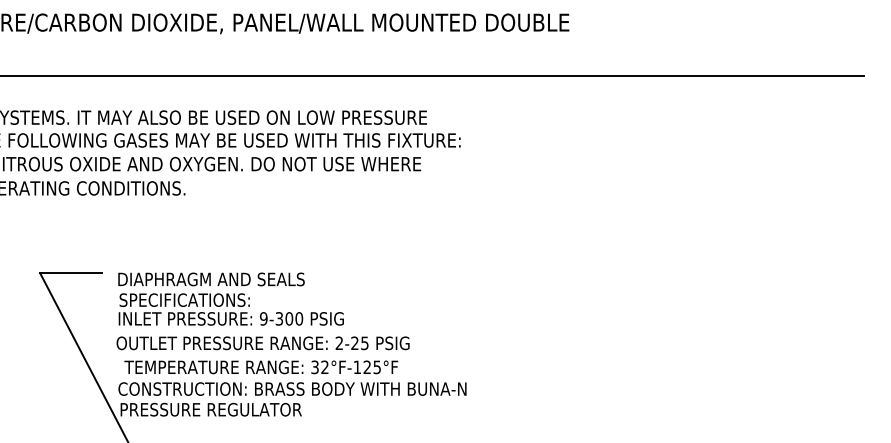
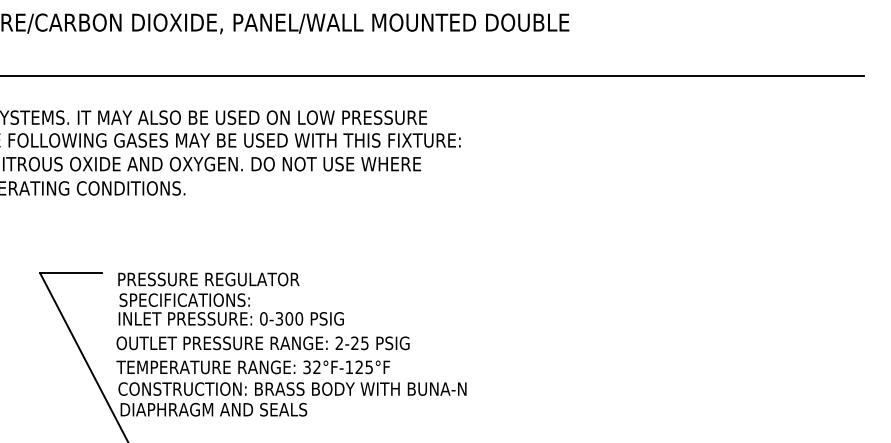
text at (211, 279): DIAPHRAGM AND SEALS -> PRESSURE REGULATOR
text at (263, 318): 9-300 -> 0-300
text at (261, 367) position: (261, 367) -> (253, 367)
text at (214, 409): PRESSURE REGULATOR -> DIAPHRAGM AND SEALS
